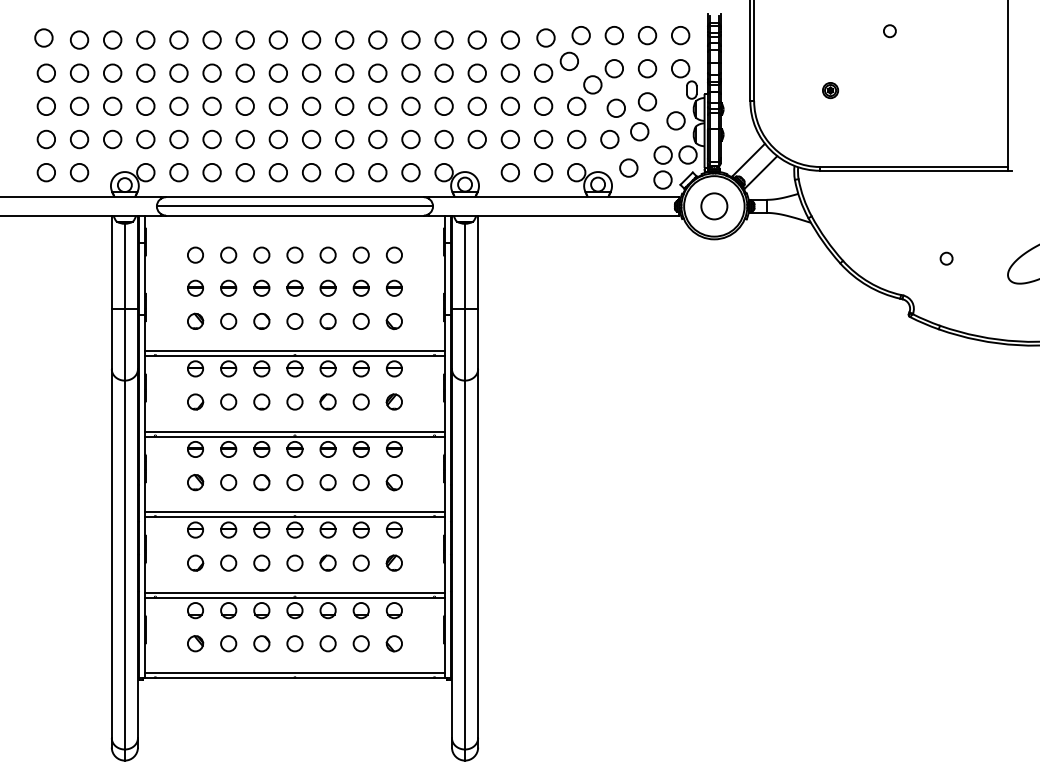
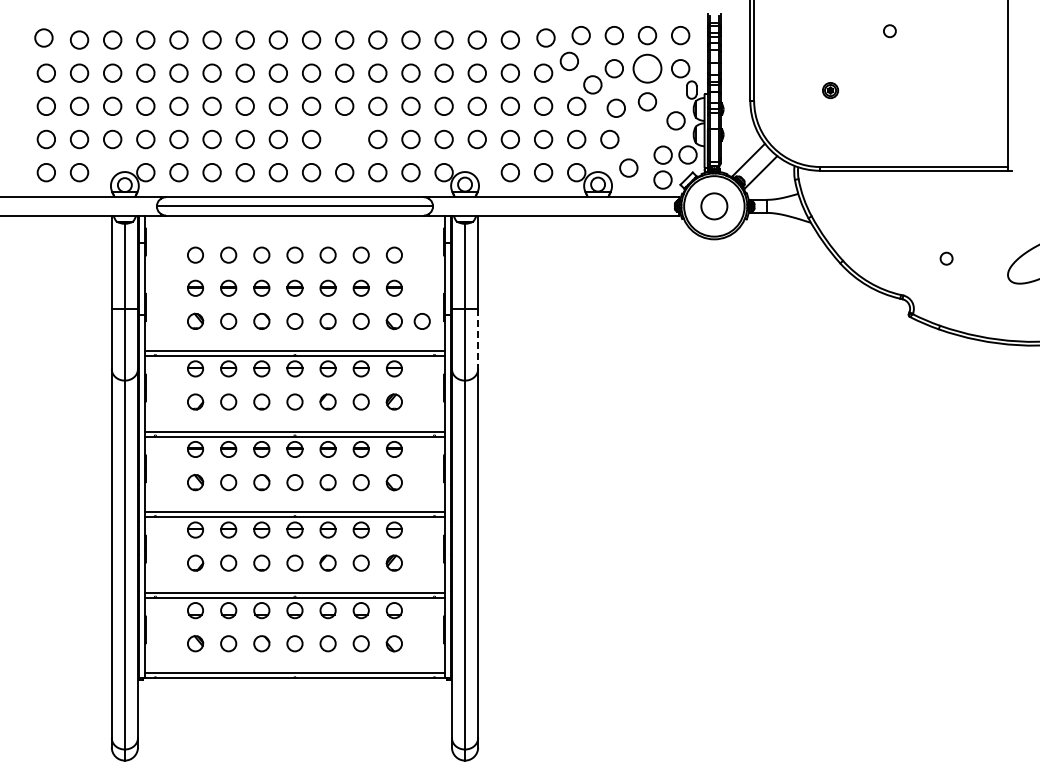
circle at (647, 68) diameter: 17 px -> 28 px
circle at (639, 131): present -> none
circle at (344, 139): present -> none
circle at (421, 321): none -> present
line at (478, 339): solid -> dashed
